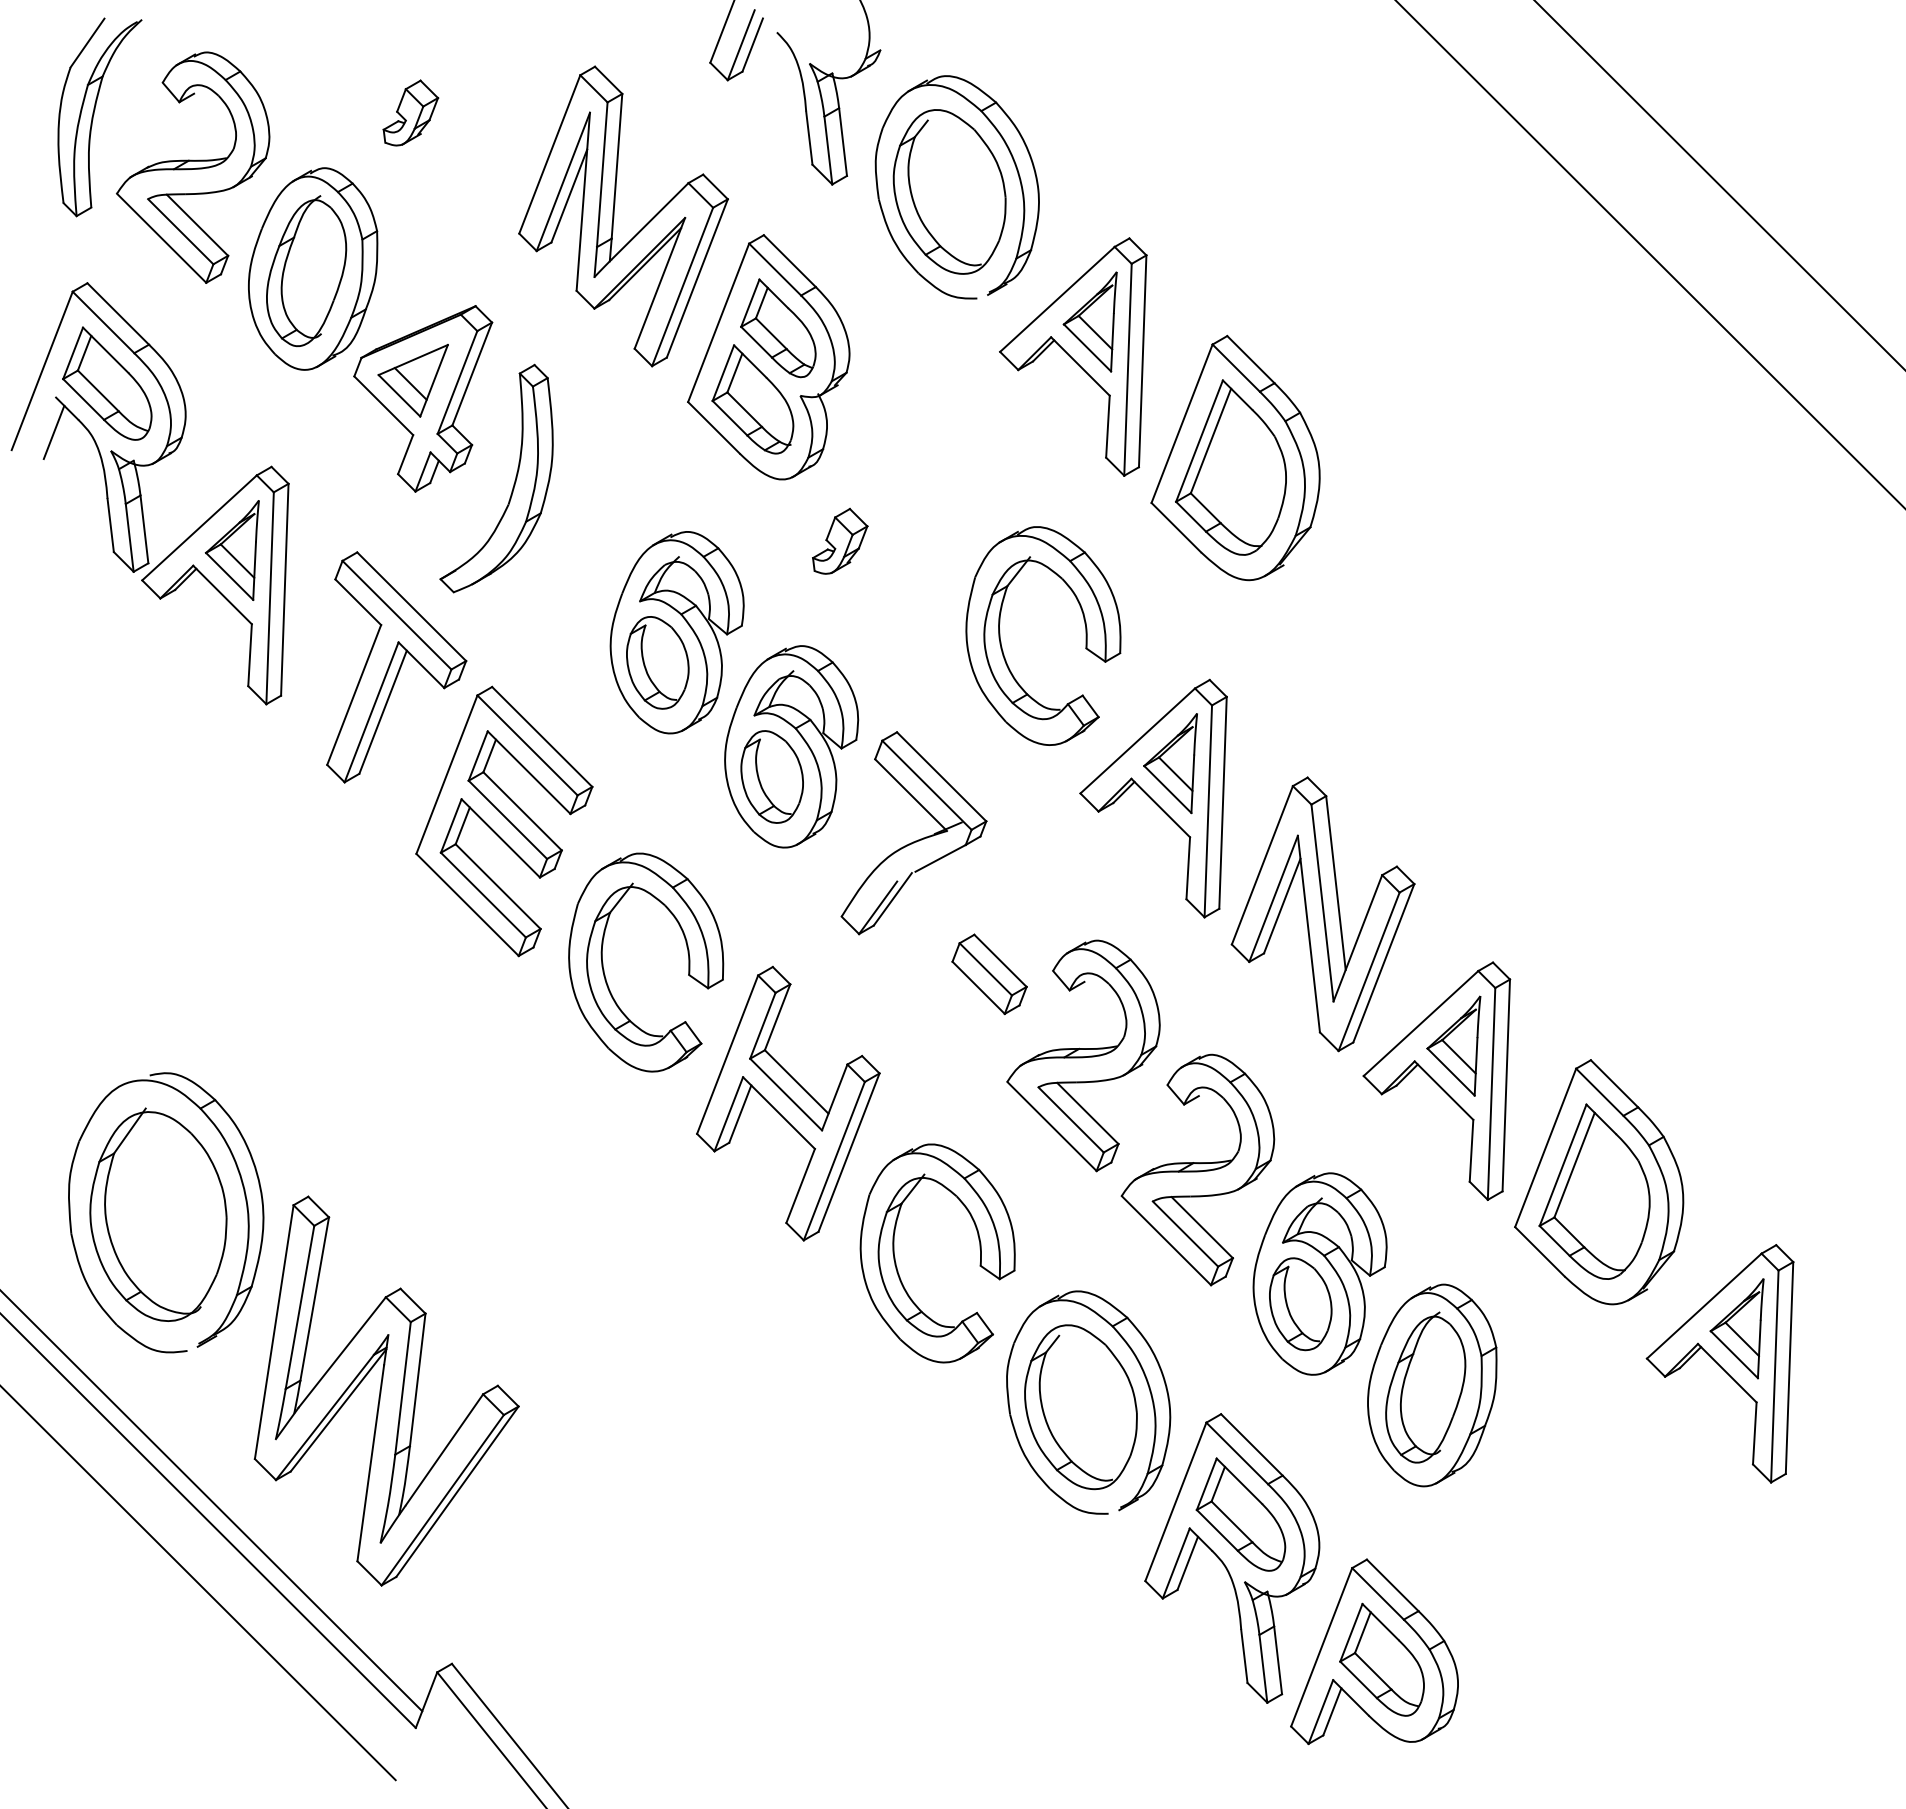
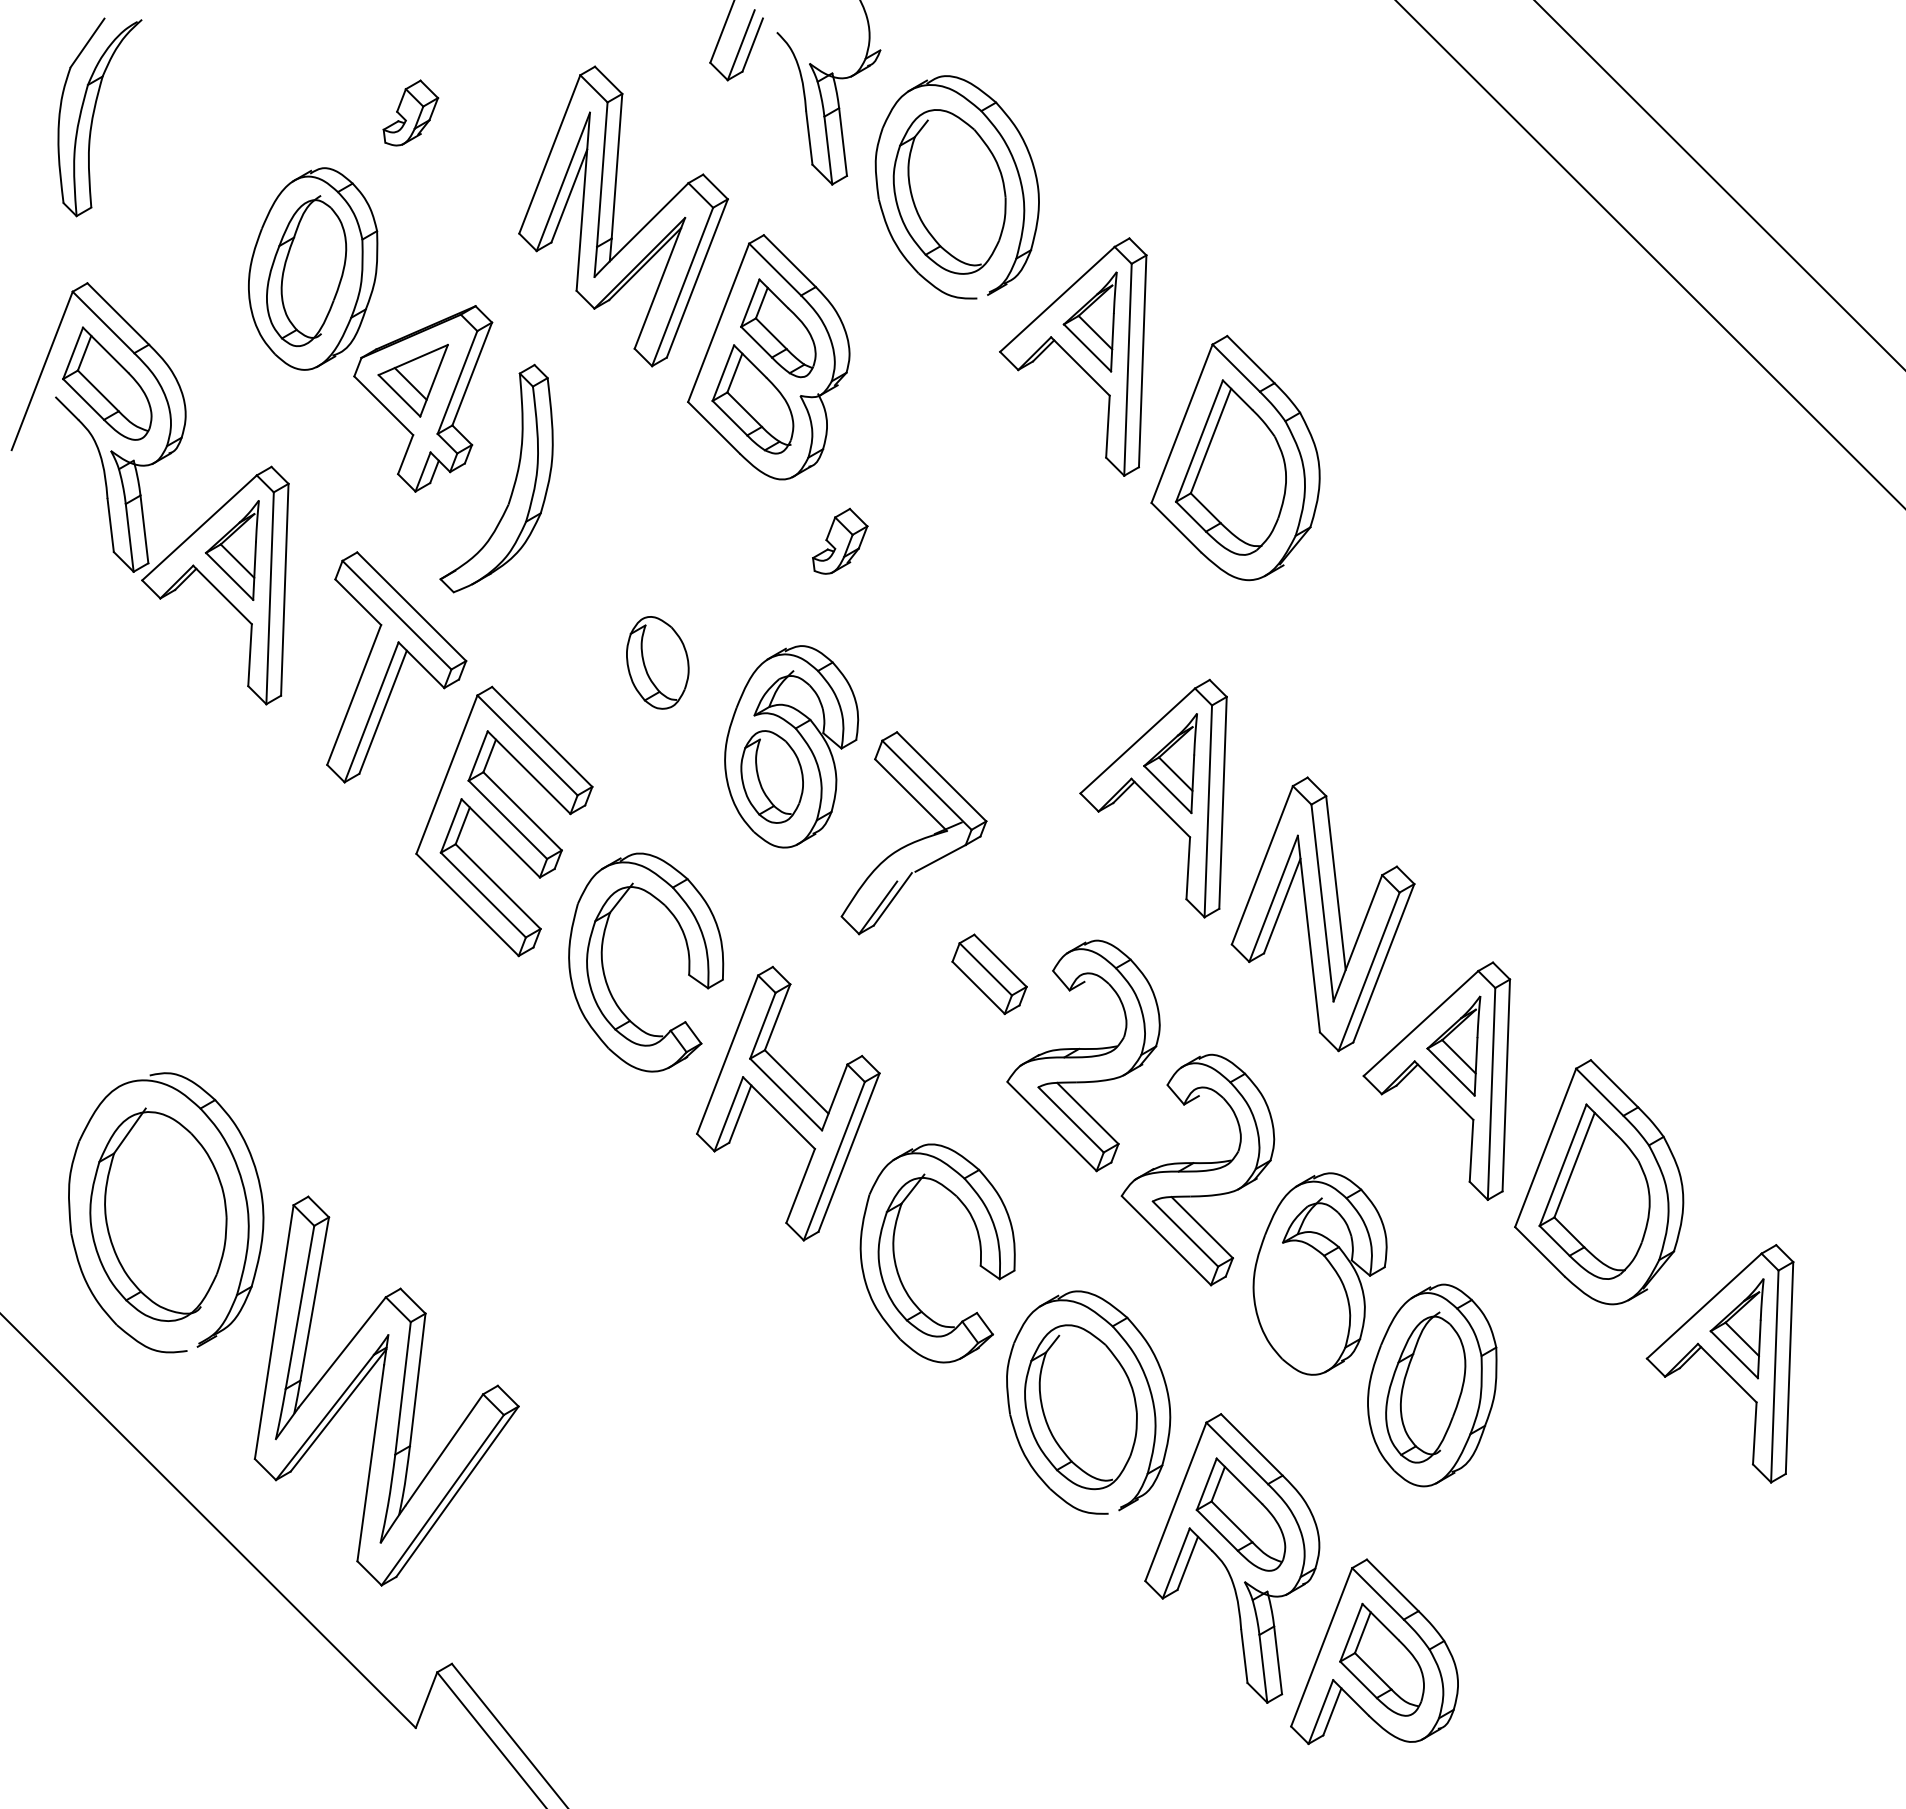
part at (193, 167): present -> none
line at (53, 432): present -> none
part at (676, 632): present -> none
part at (1085, 635): present -> none
part at (1300, 1304): present -> none
line at (212, 1501): present -> none
line at (198, 1583): present -> none
